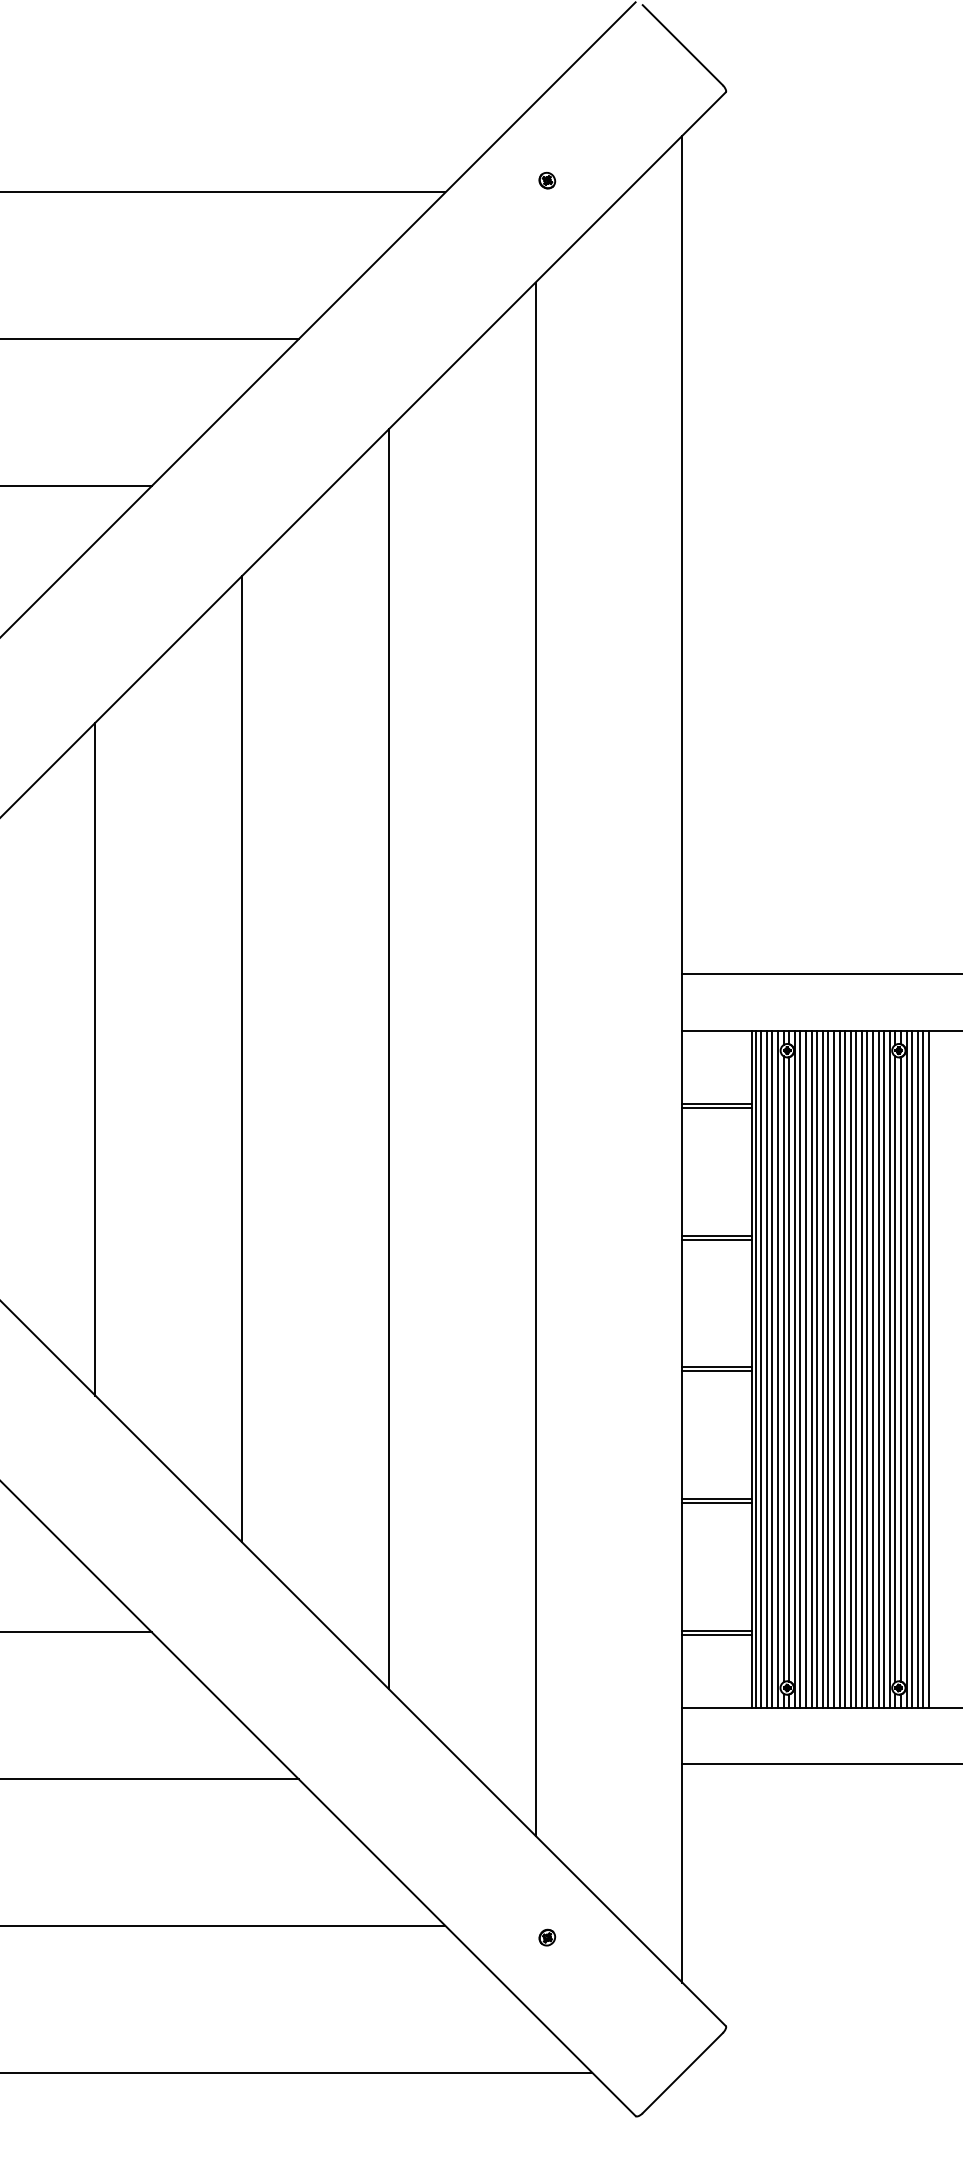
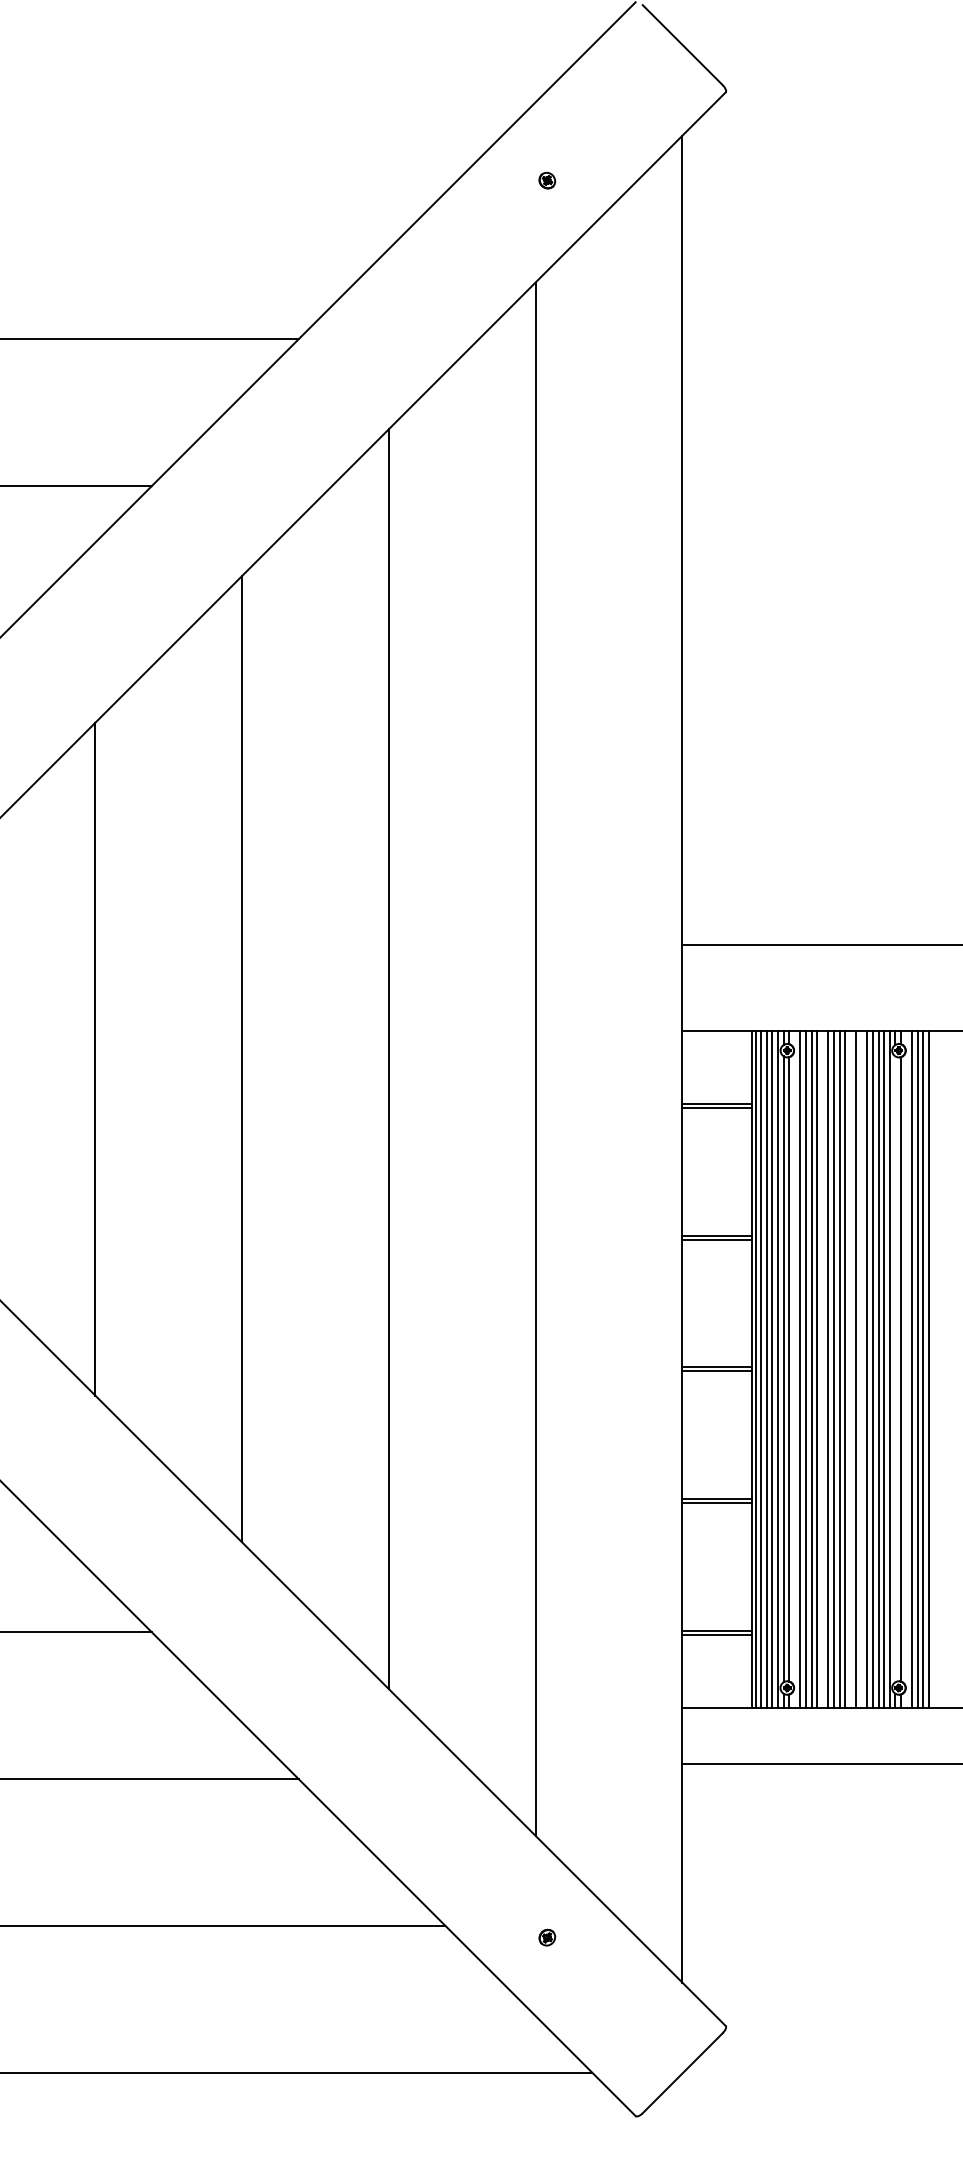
line at (223, 192): present -> none
line at (820, 974) position: (820, 974) -> (820, 945)
line at (794, 1368): present -> none
line at (822, 1368): present -> none
line at (850, 1368): present -> none
line at (861, 1368): present -> none
line at (906, 1368): present -> none
line at (895, 1369): present -> none
